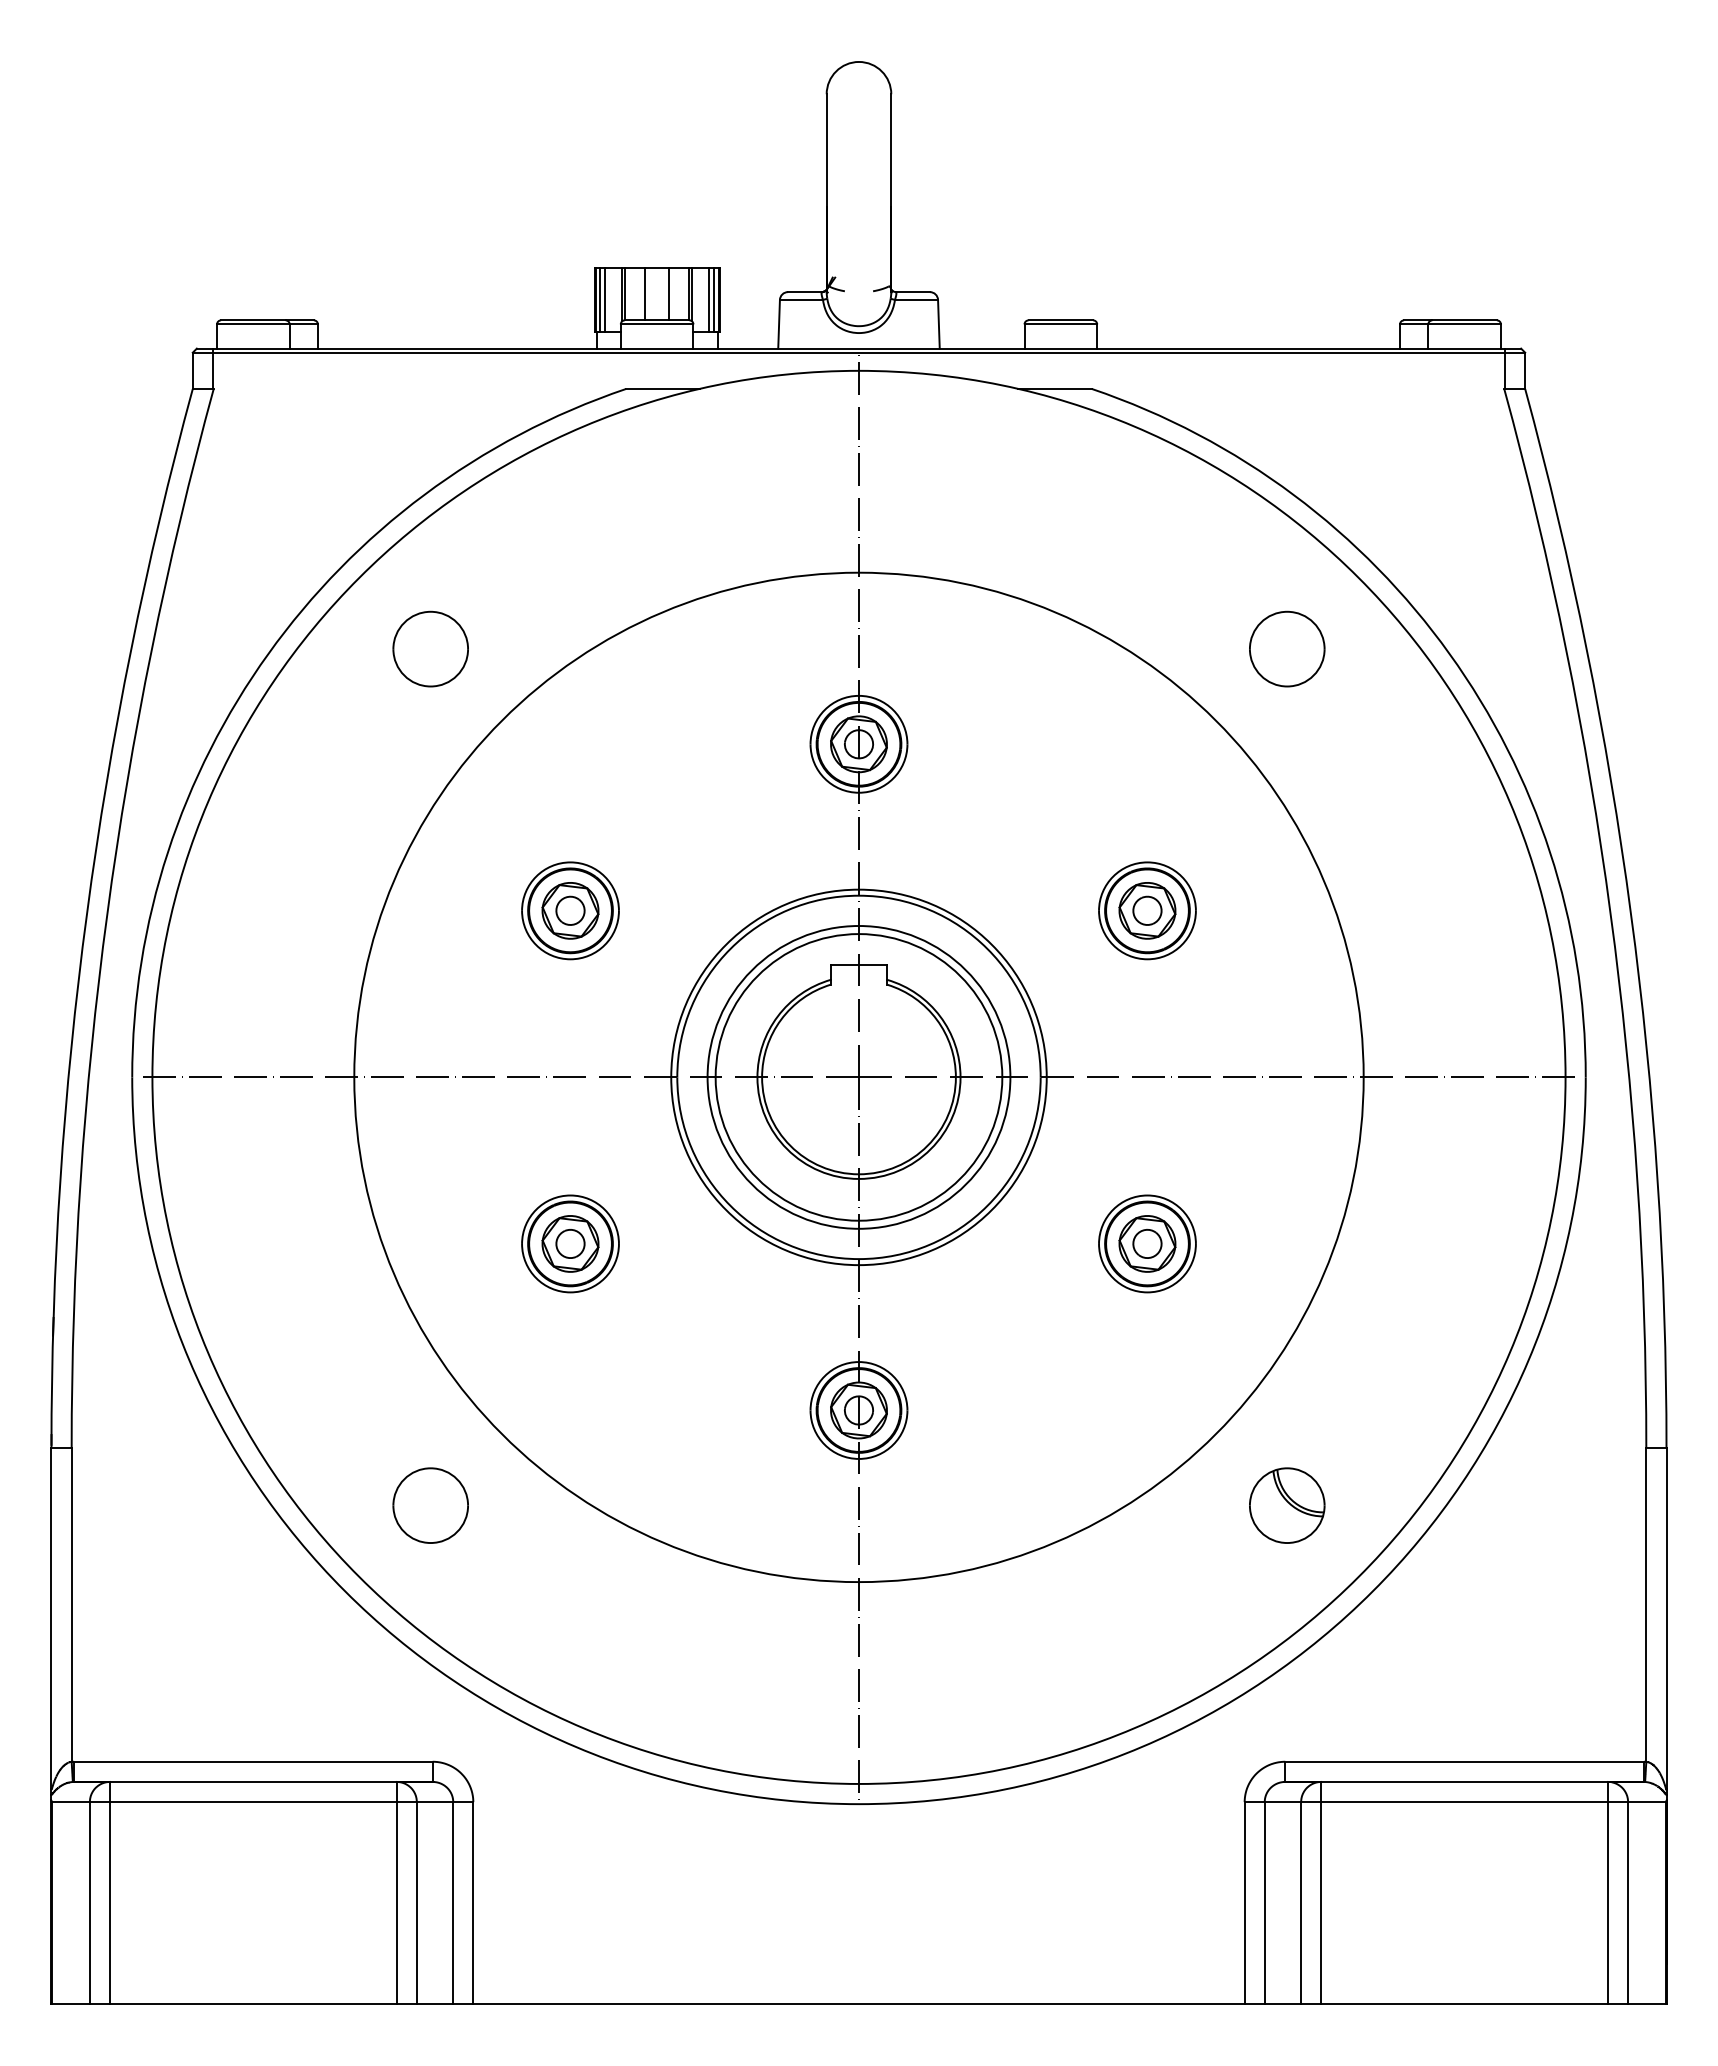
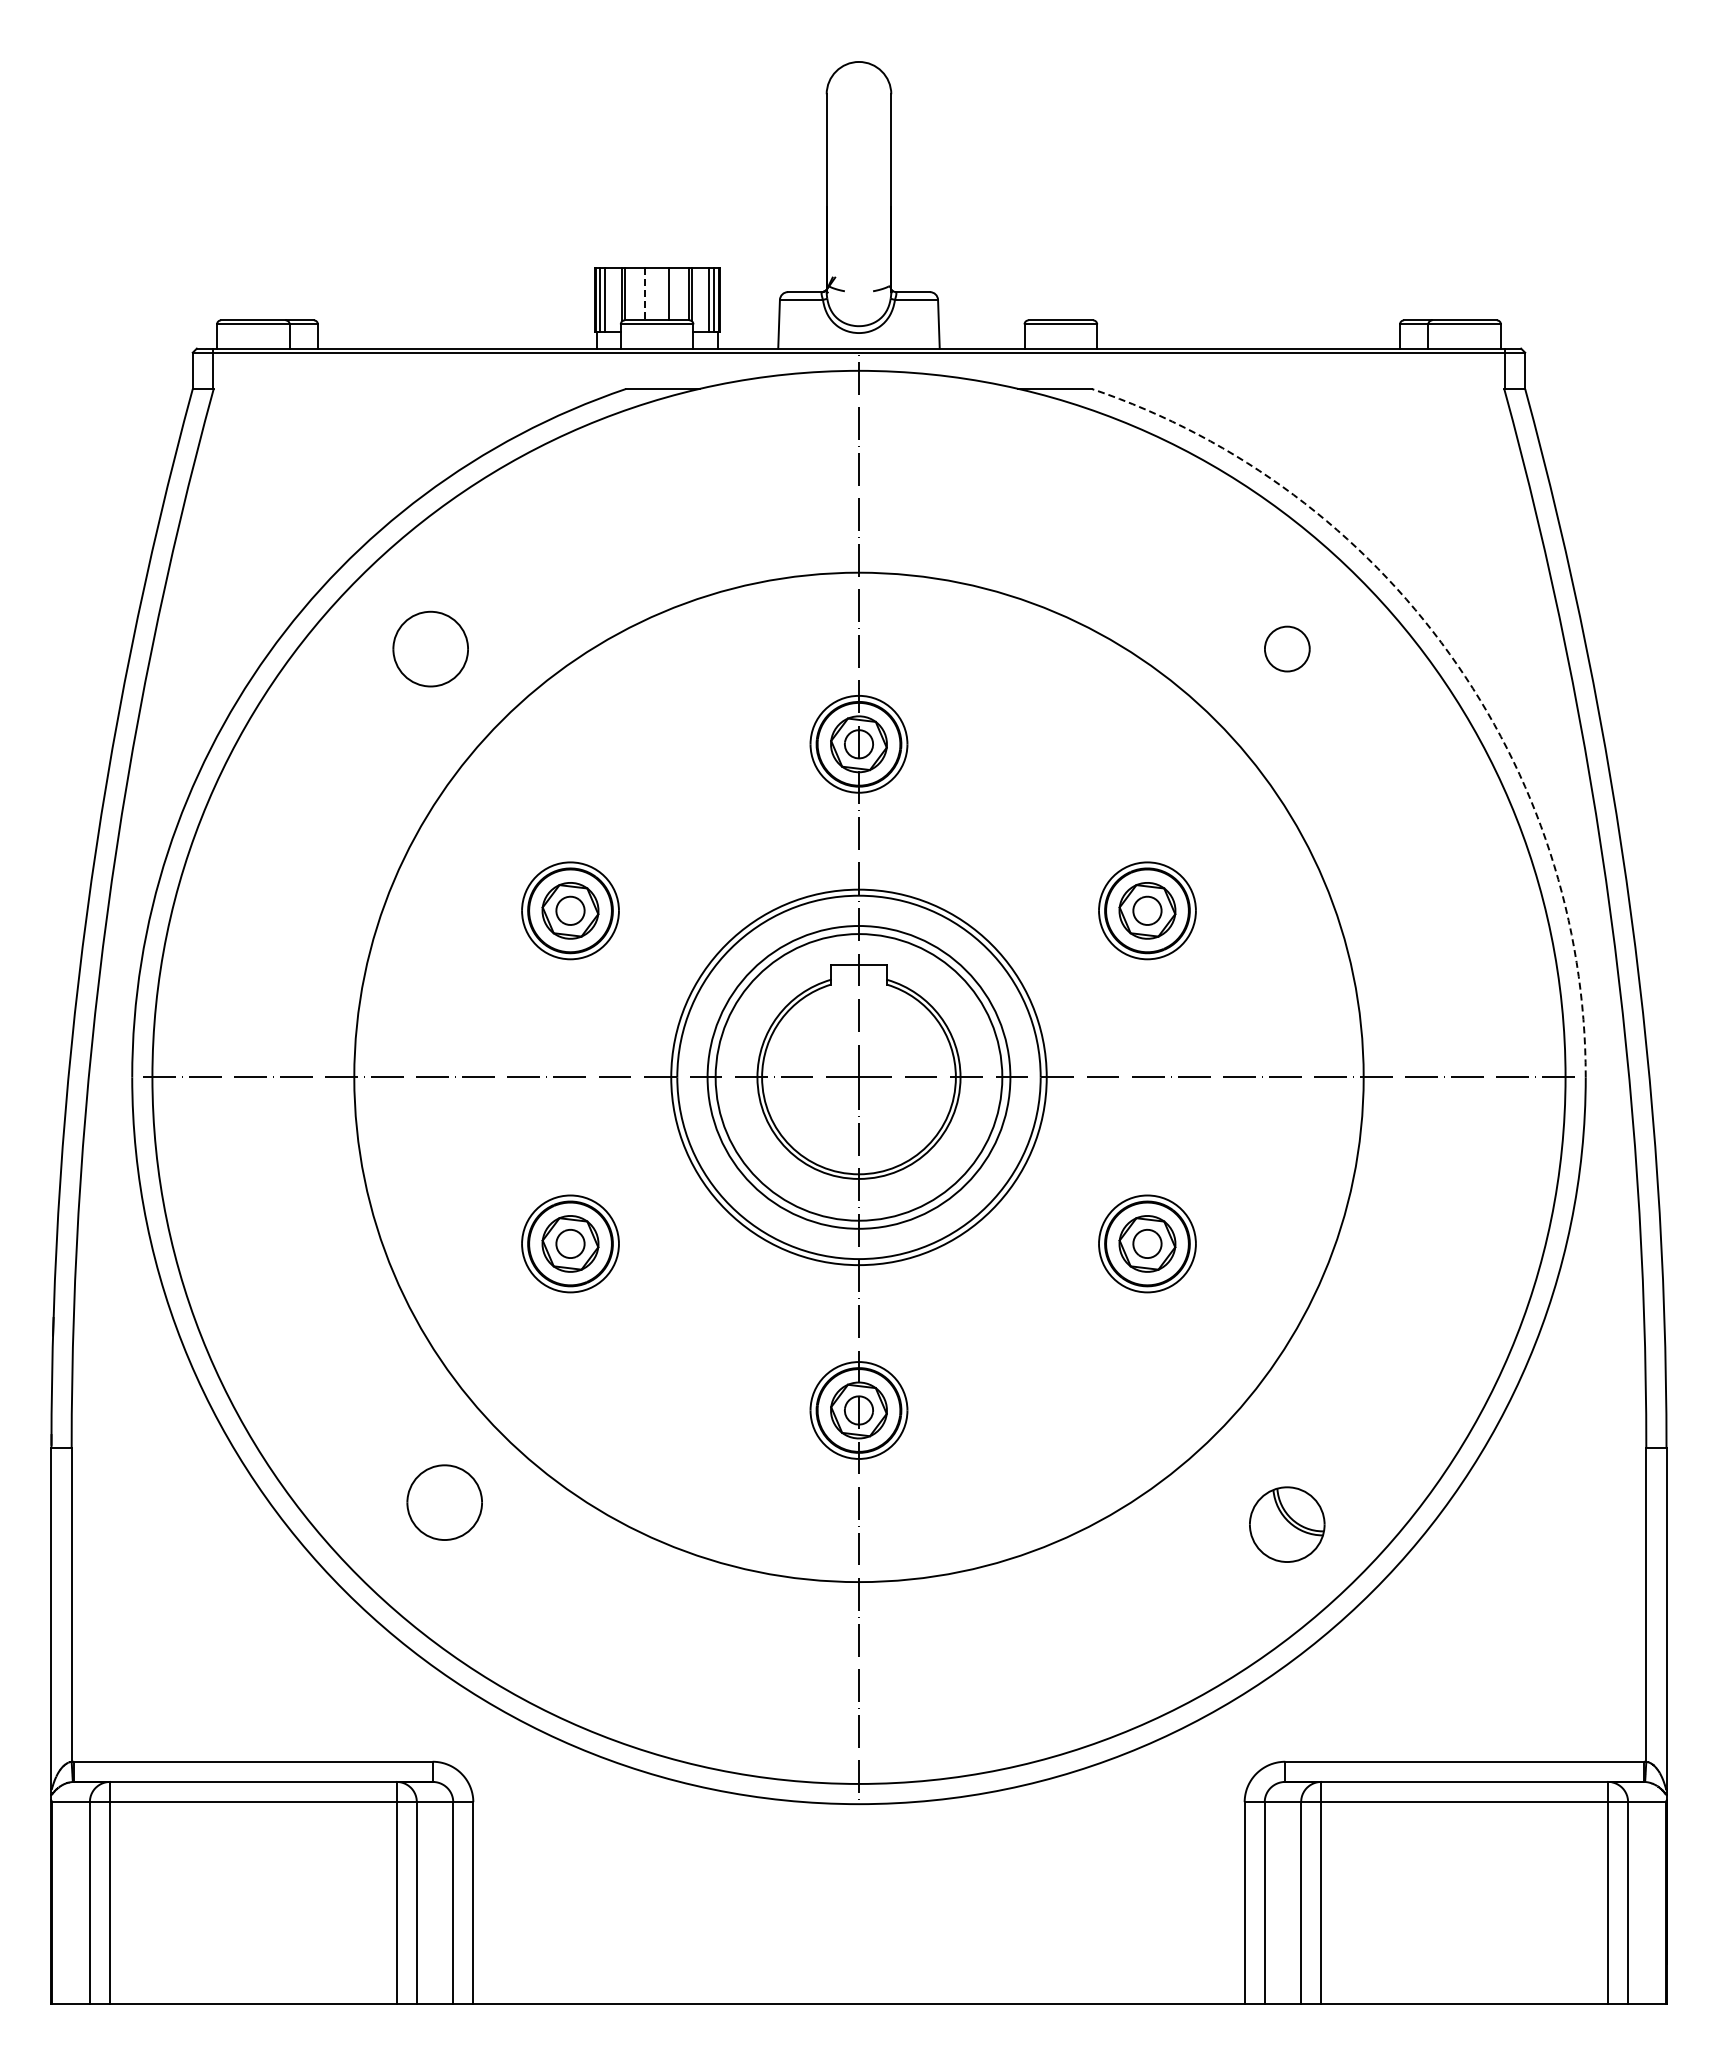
line at (645, 294): solid -> dashed
part at (1287, 648) size: 77x78 px -> 47x48 px
arc at (1449, 653): solid -> dashed
part at (430, 1505) position: (430, 1505) -> (444, 1502)
part at (1287, 1505) position: (1287, 1505) -> (1287, 1524)
